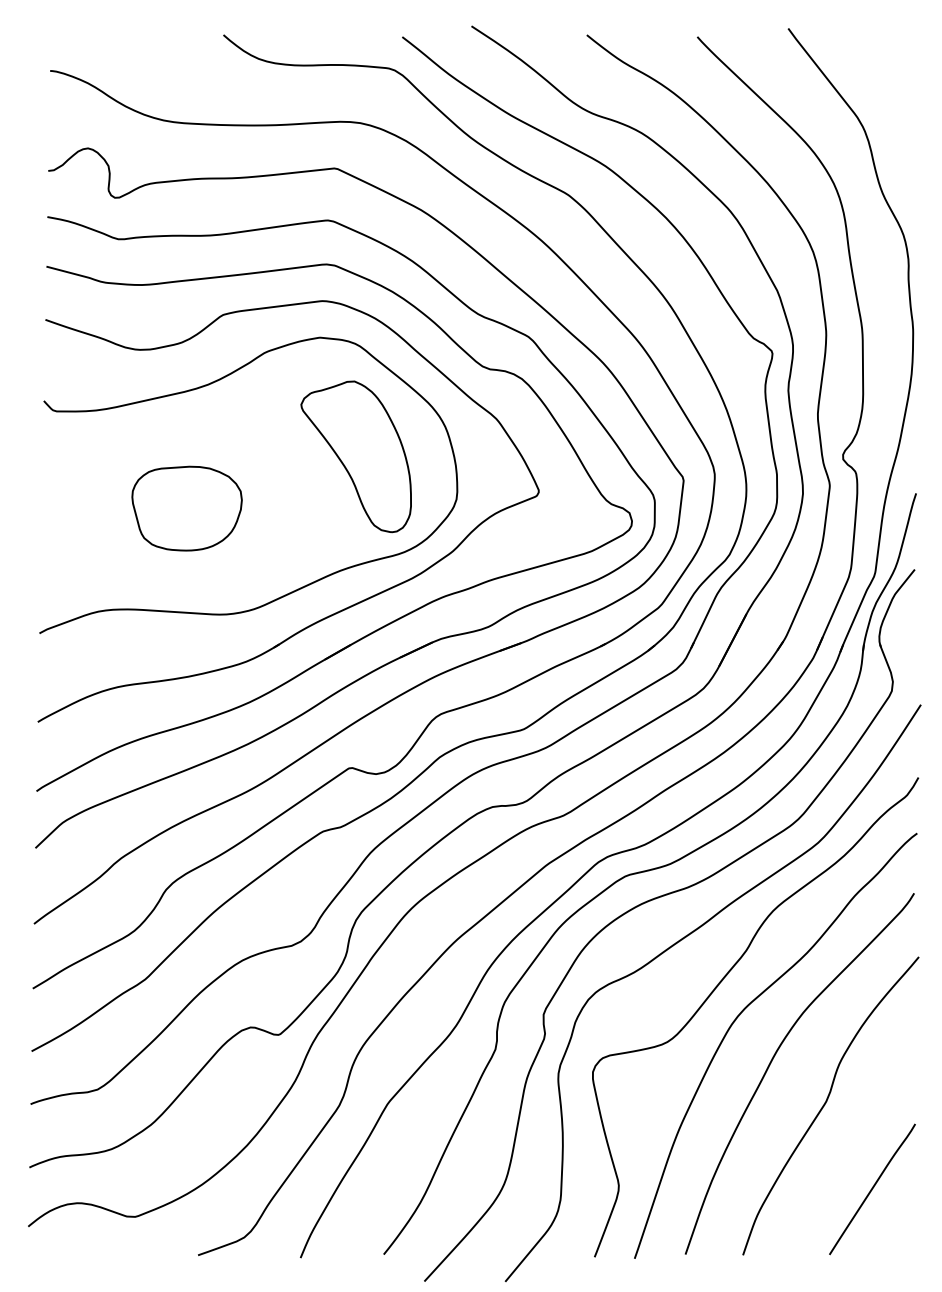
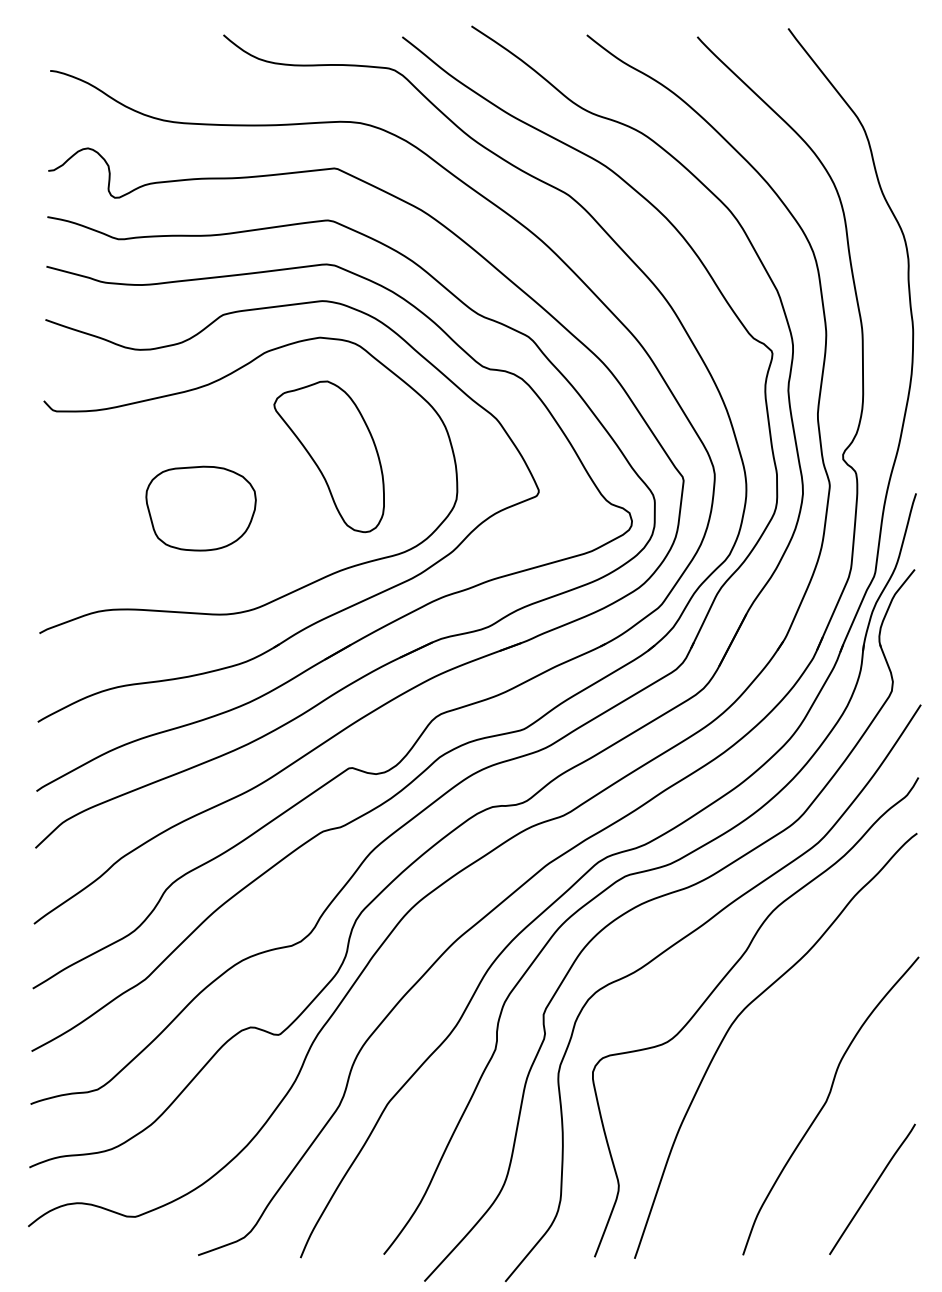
part at (355, 456) position: (355, 456) -> (328, 456)
part at (186, 508) position: (186, 508) -> (200, 508)
curve at (773, 1059): present -> none
